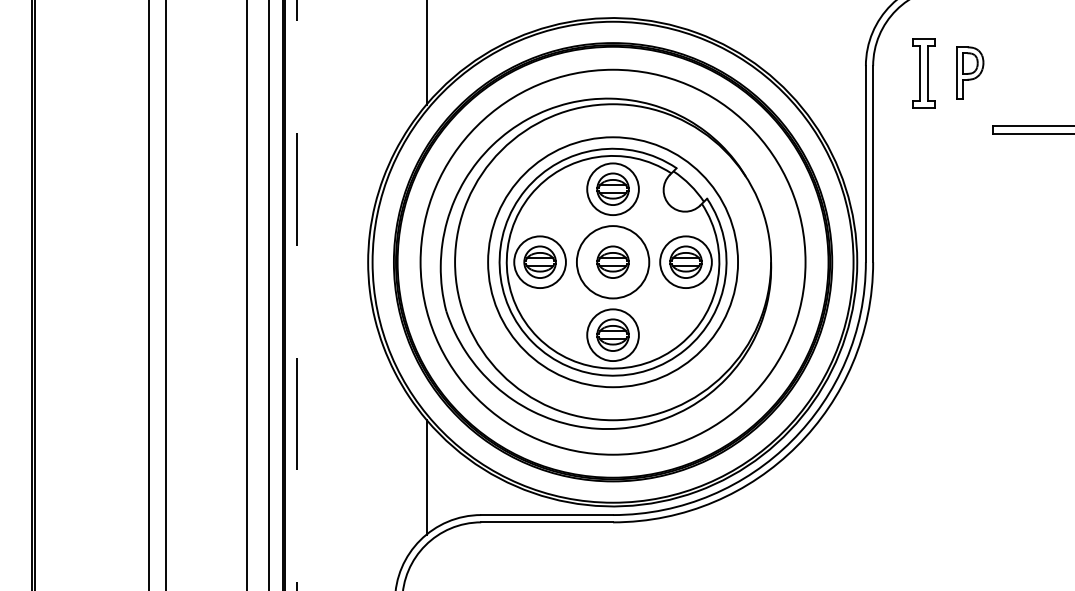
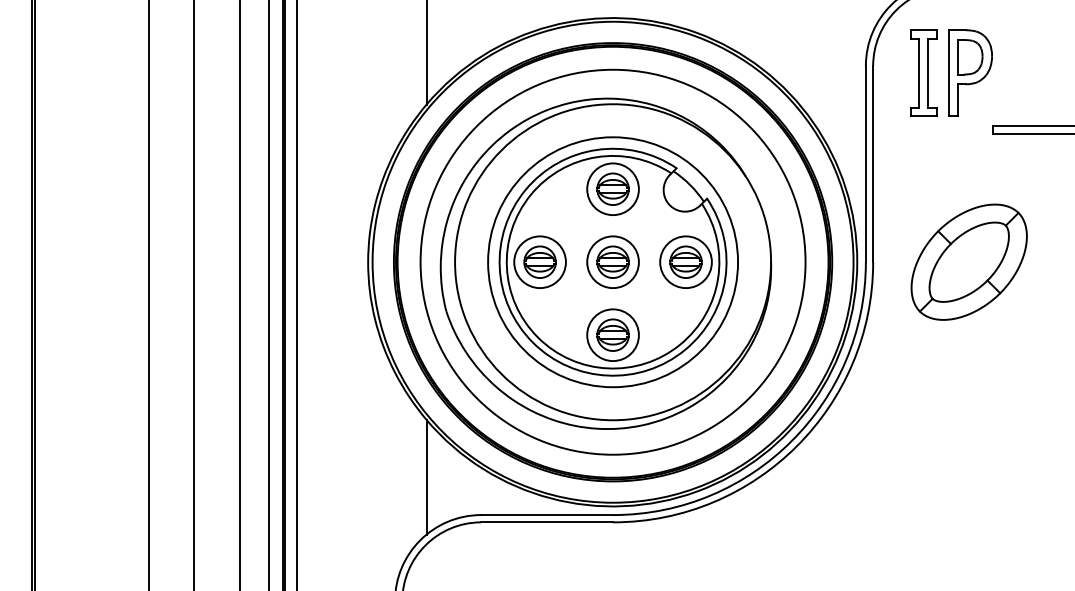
part at (970, 72) size: 29x54 px -> 45x88 px
part at (923, 73) size: 24x71 px -> 28x88 px
part at (968, 261): none -> present
circle at (612, 262) diameter: 72 px -> 52 px
line at (165, 294) position: (165, 294) -> (193, 294)
line at (247, 294) position: (247, 294) -> (240, 294)
line at (297, 295): dashed -> solid
